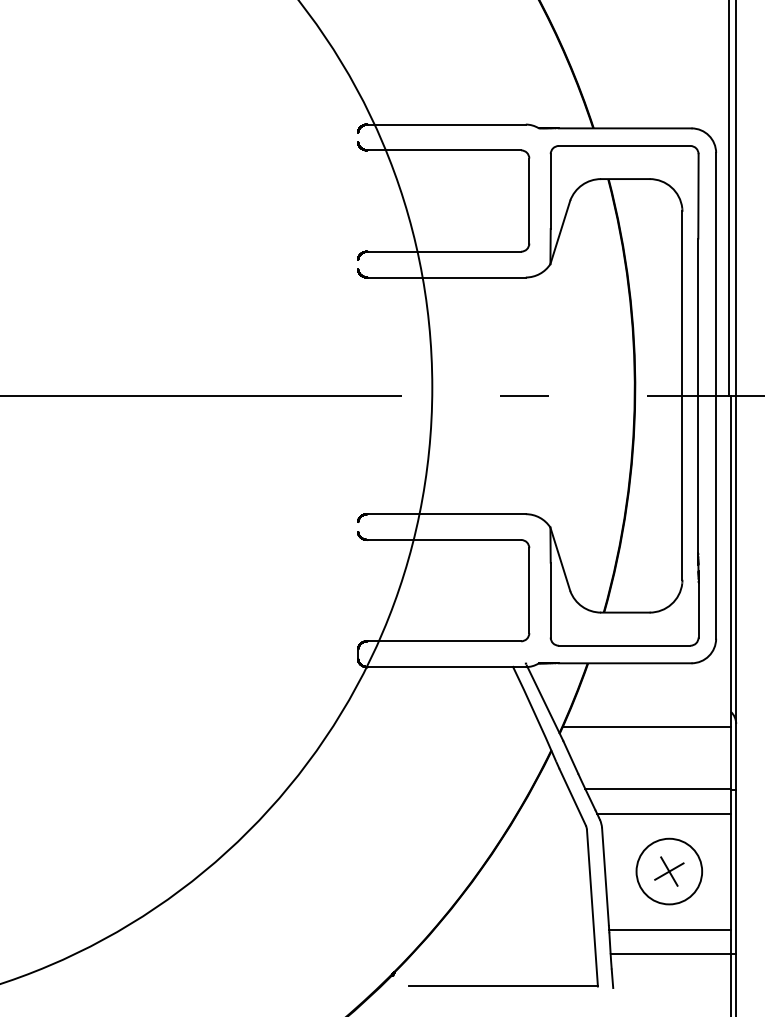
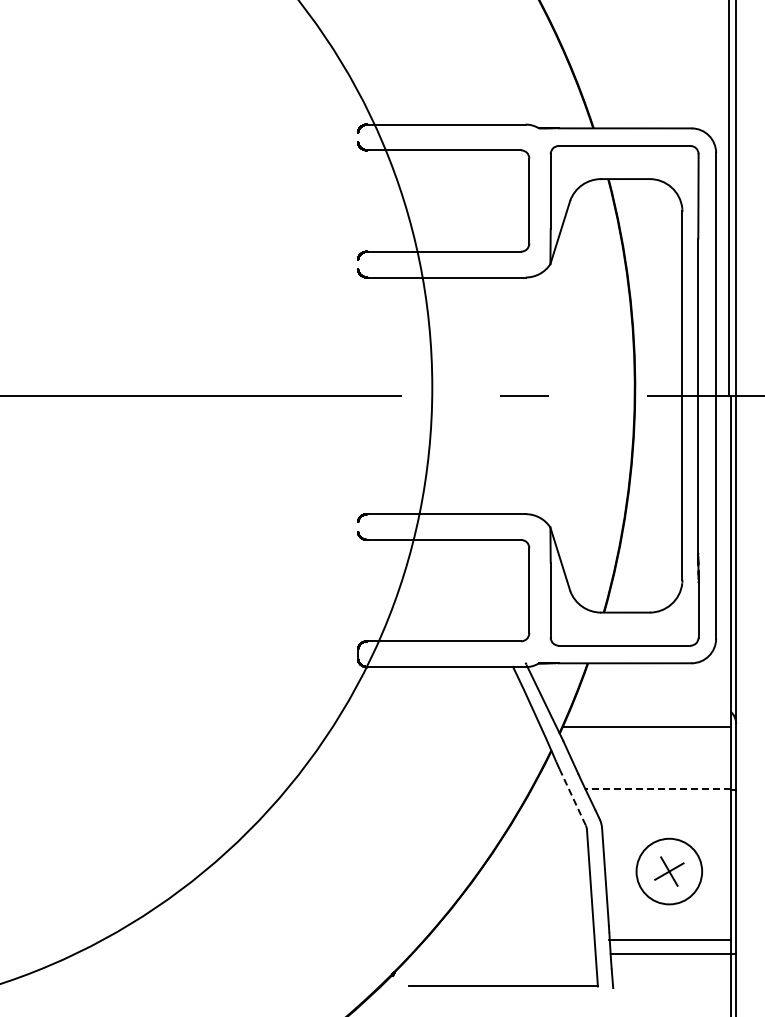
line at (658, 788): solid -> dashed
line at (572, 797): solid -> dashed
line at (663, 813): present -> none
line at (669, 929) position: (669, 929) -> (669, 939)
